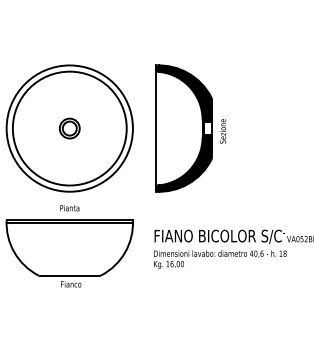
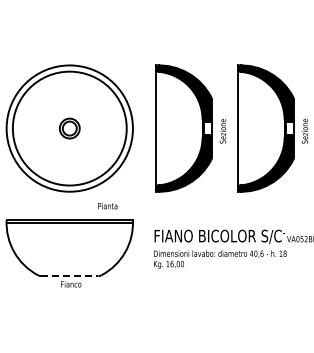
part at (272, 128): none -> present
text at (69, 208) position: (69, 208) -> (107, 206)
line at (69, 276): solid -> dashed
